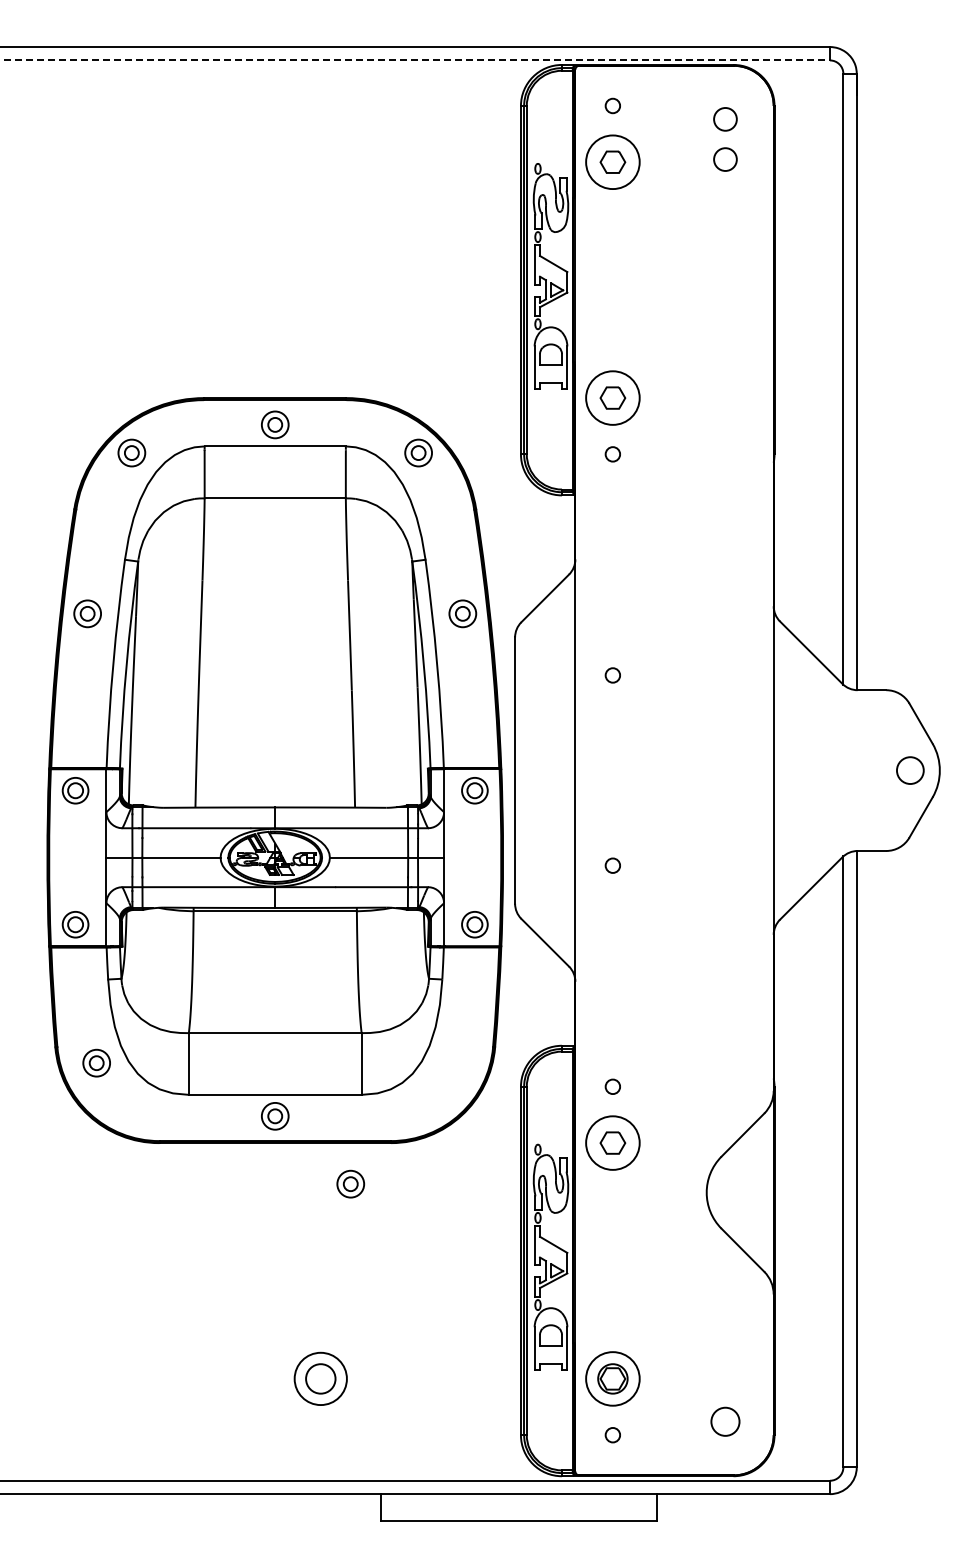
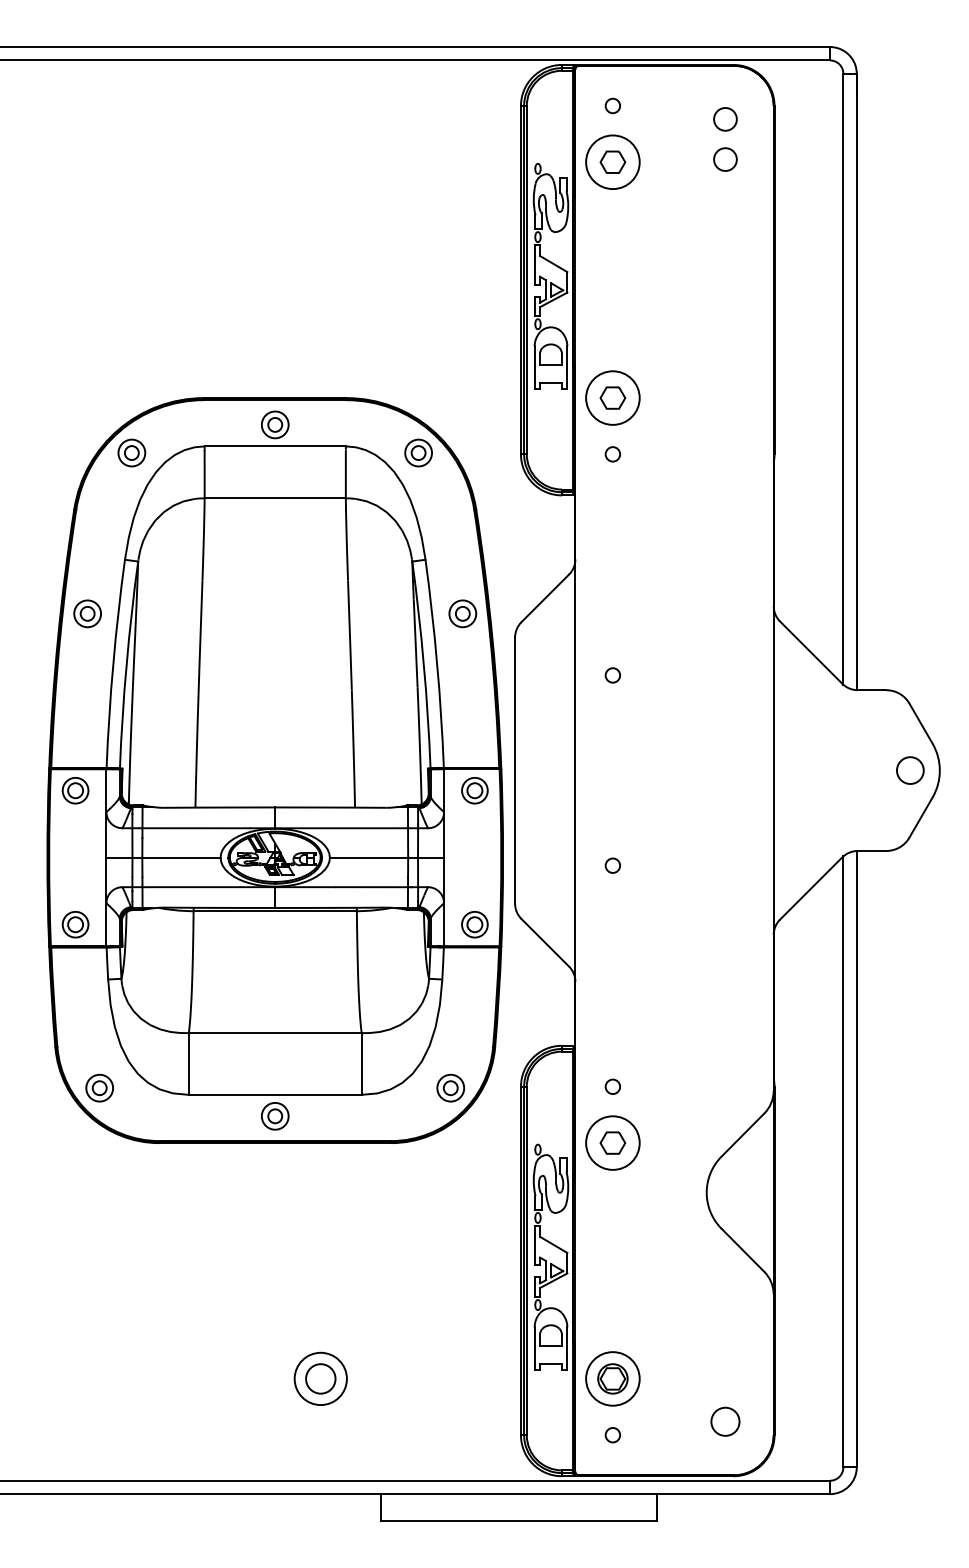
line at (415, 60): dashed -> solid
part at (96, 1062) position: (96, 1062) -> (99, 1087)
part at (350, 1183) position: (350, 1183) -> (450, 1087)
